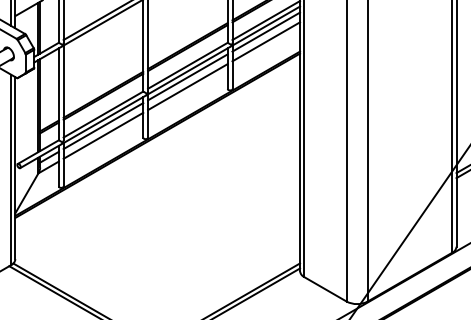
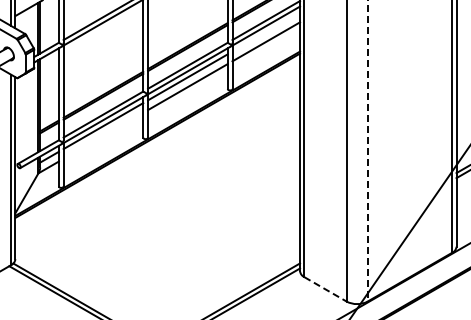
line at (266, 31): present -> none
line at (103, 135): present -> none
line at (367, 151): solid -> dashed
line at (325, 289): solid -> dashed
